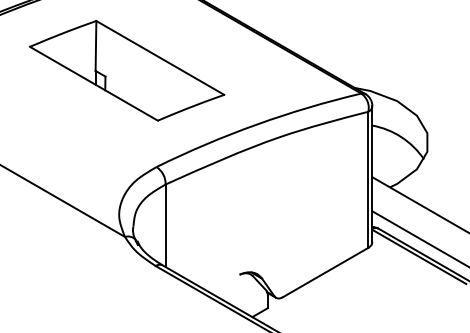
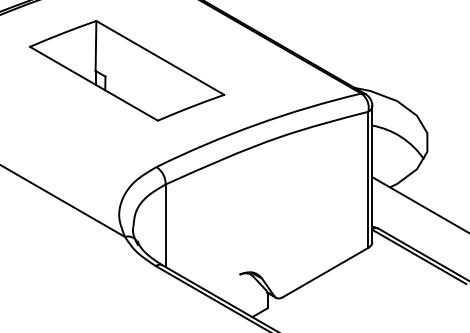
line at (419, 238): present -> none
